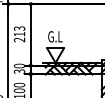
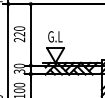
text at (19, 31): 213 -> 220
